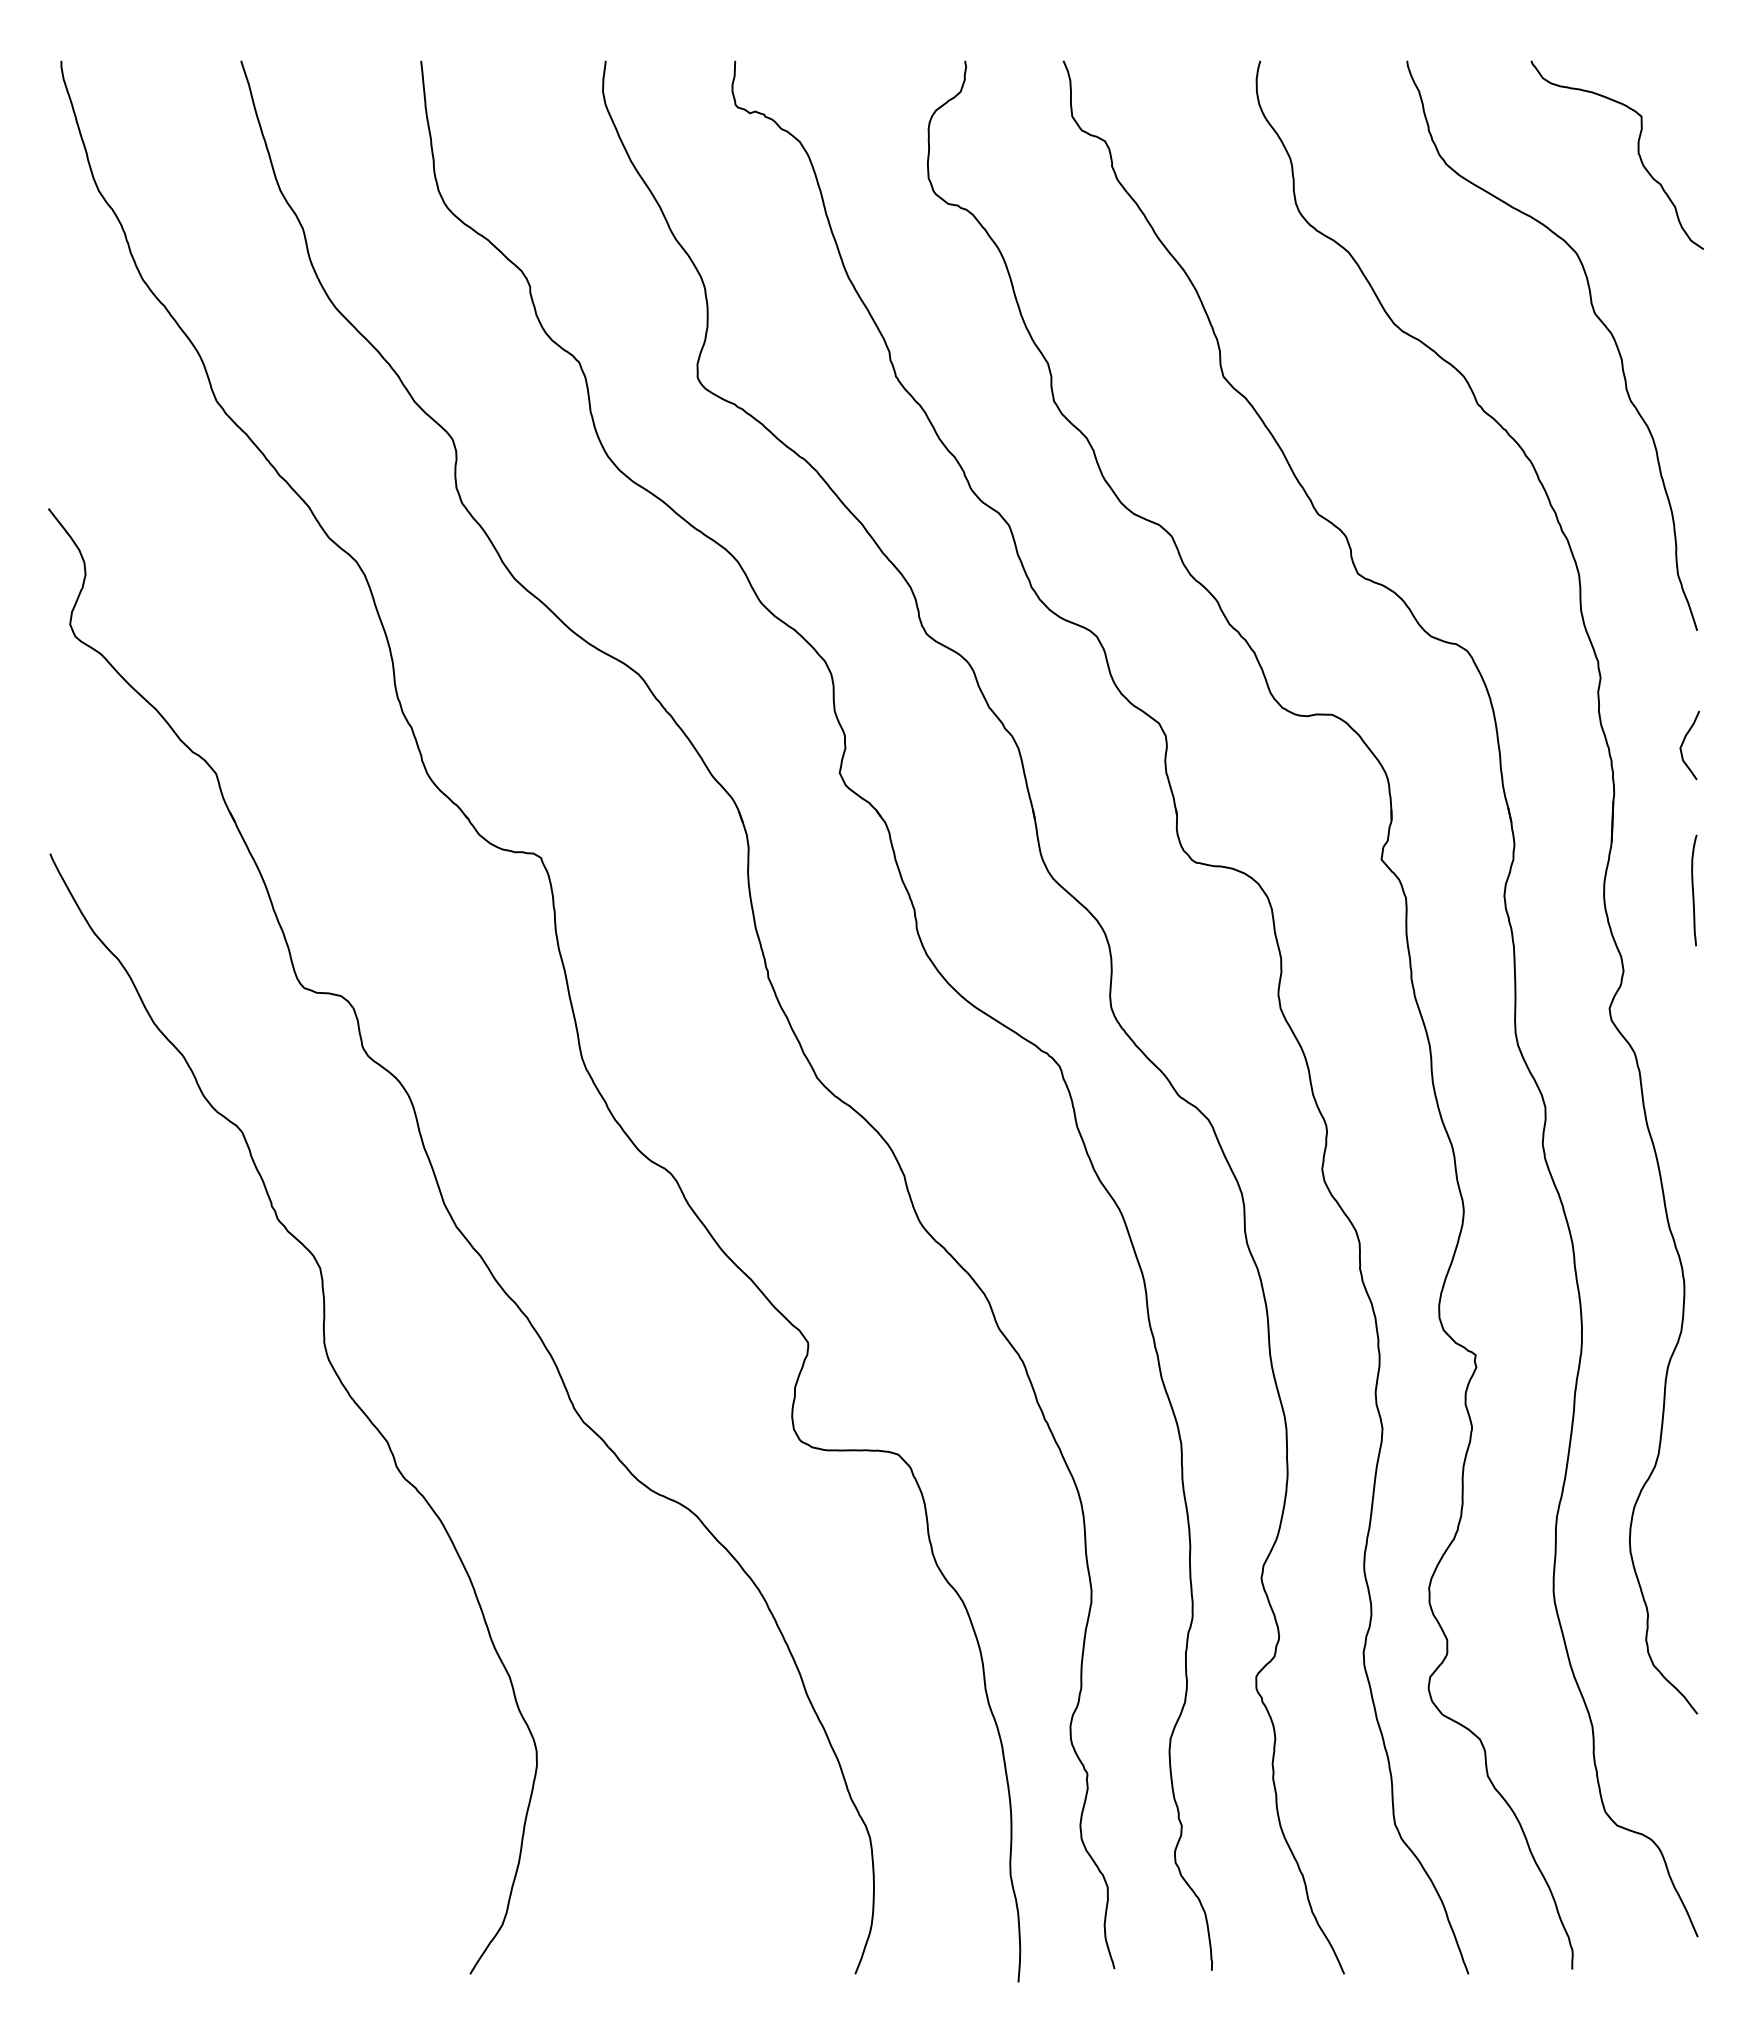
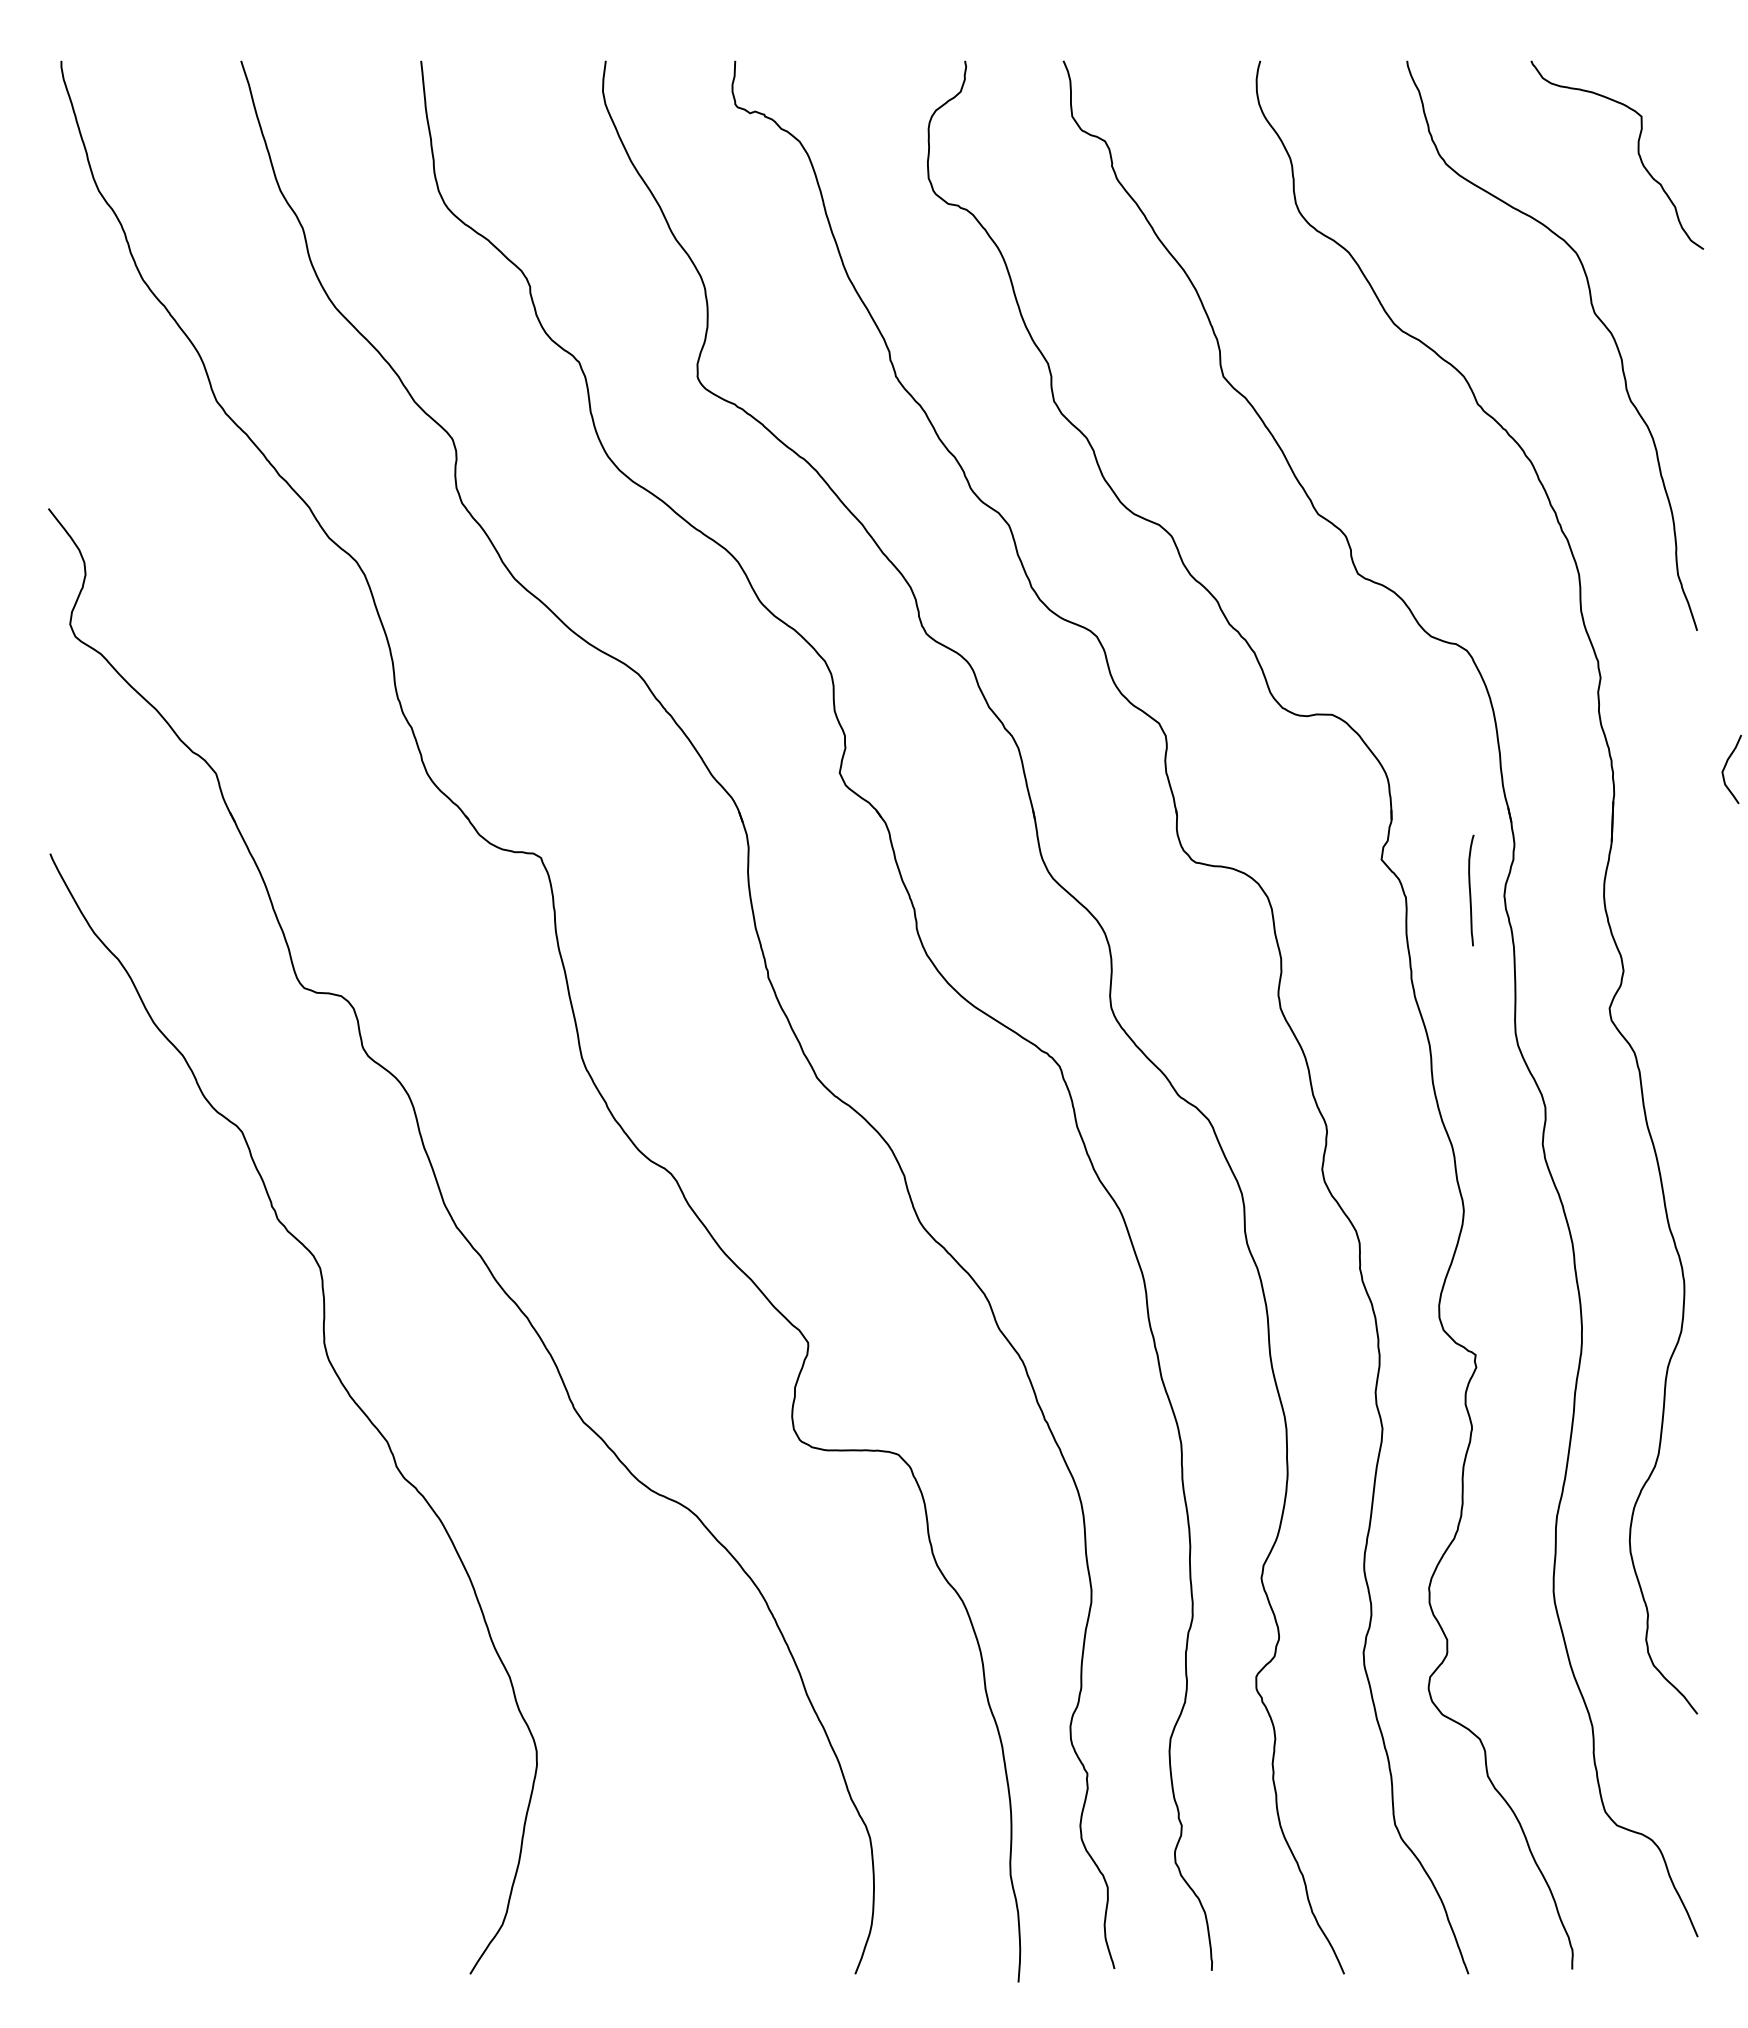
curve at (1683, 744) position: (1683, 744) -> (1725, 768)
curve at (1693, 890) position: (1693, 890) -> (1470, 890)
